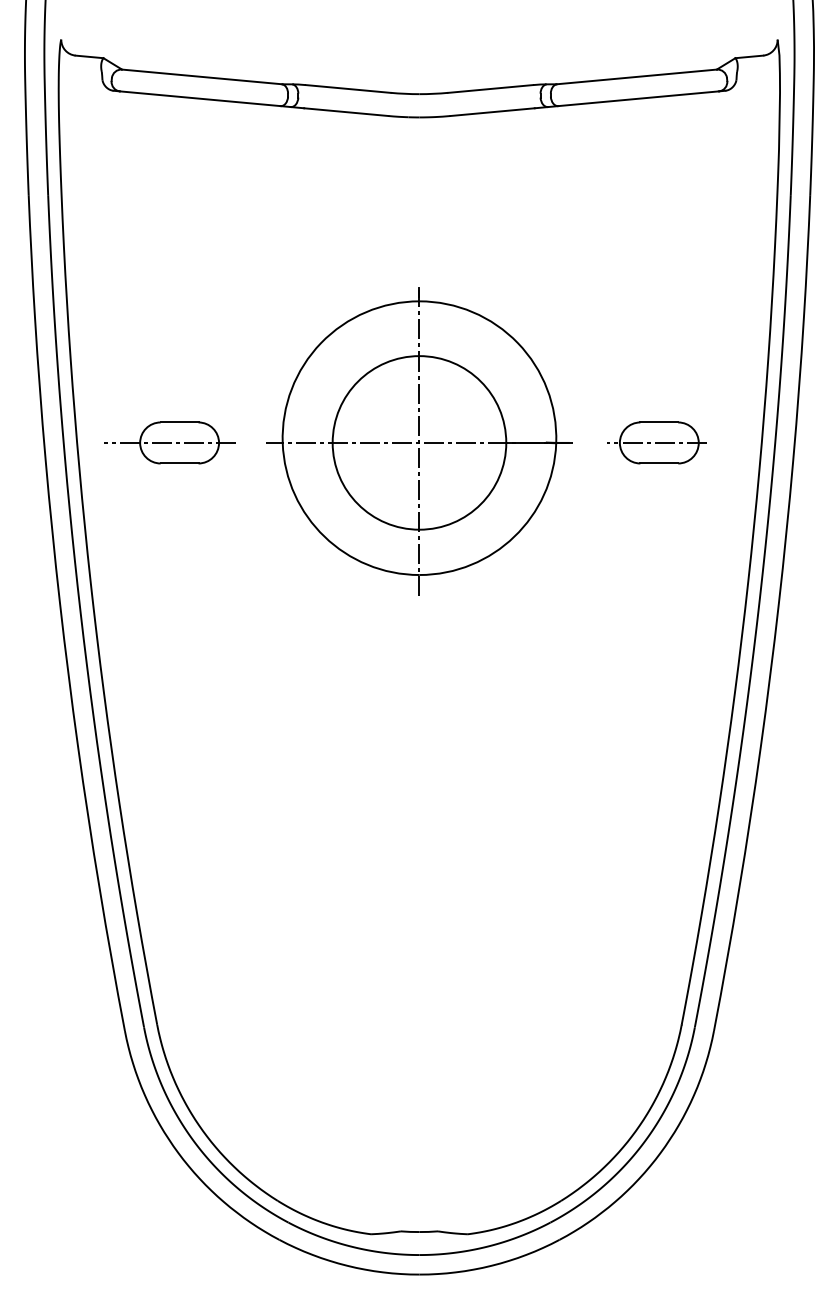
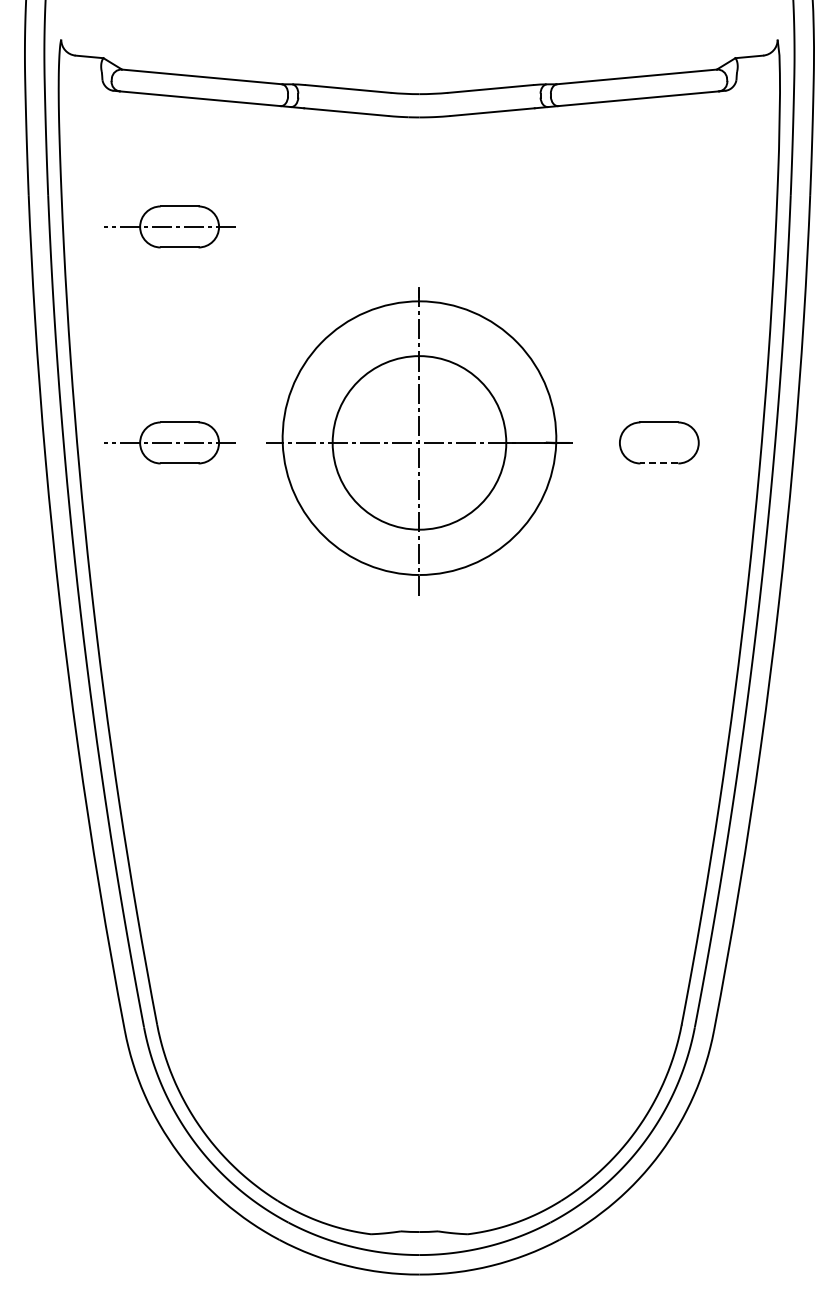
part at (169, 226): none -> present
line at (656, 442): present -> none
line at (659, 463): solid -> dashed
